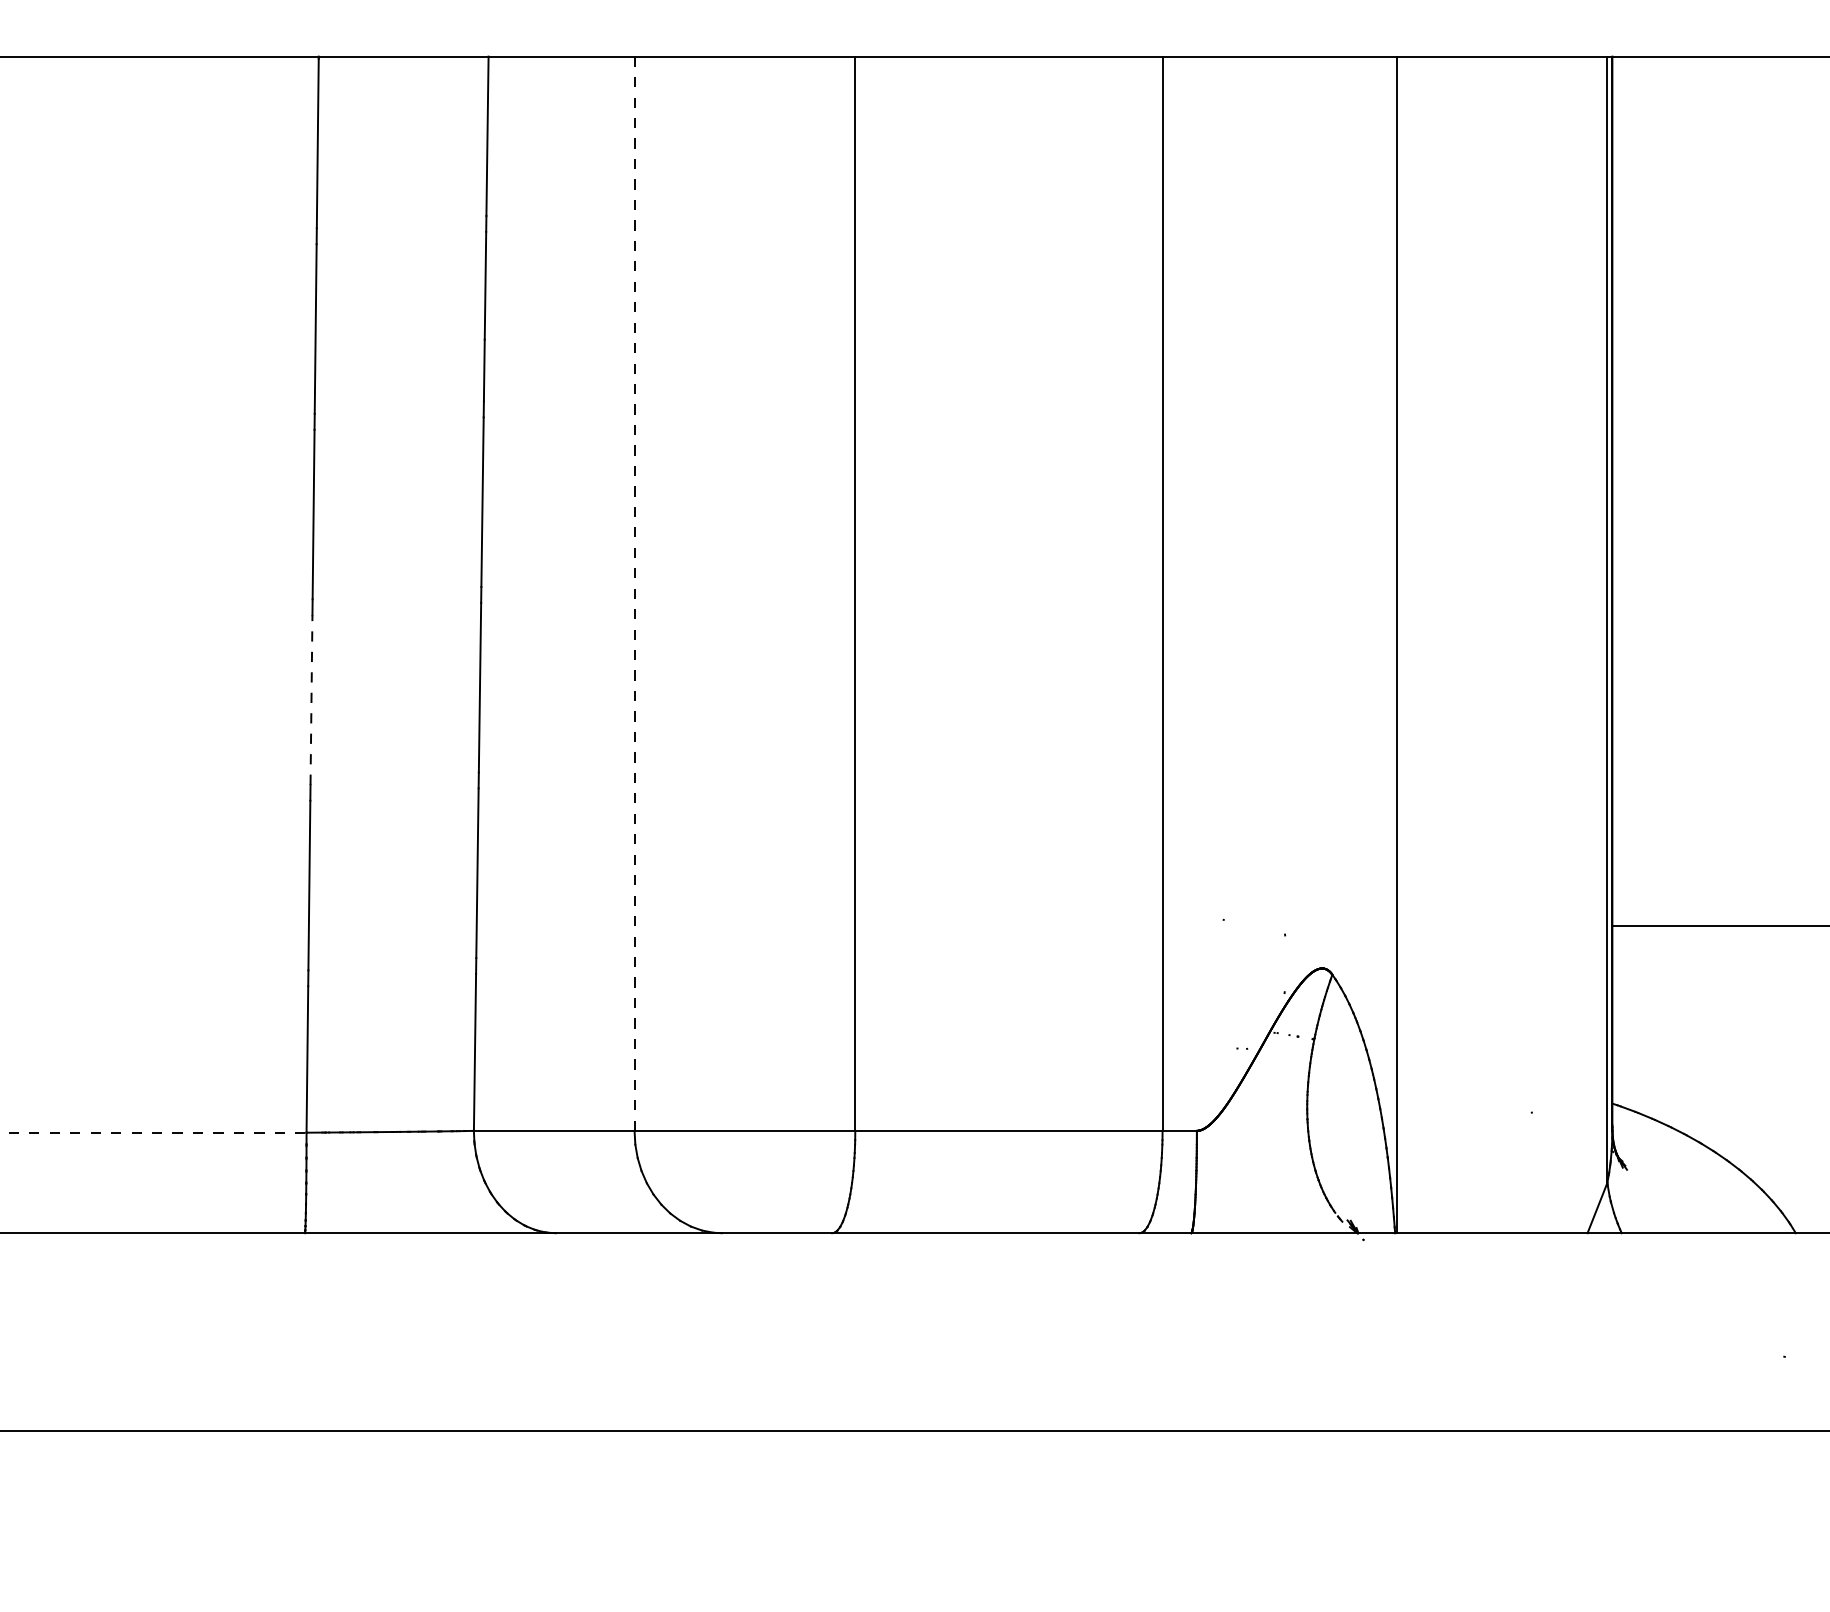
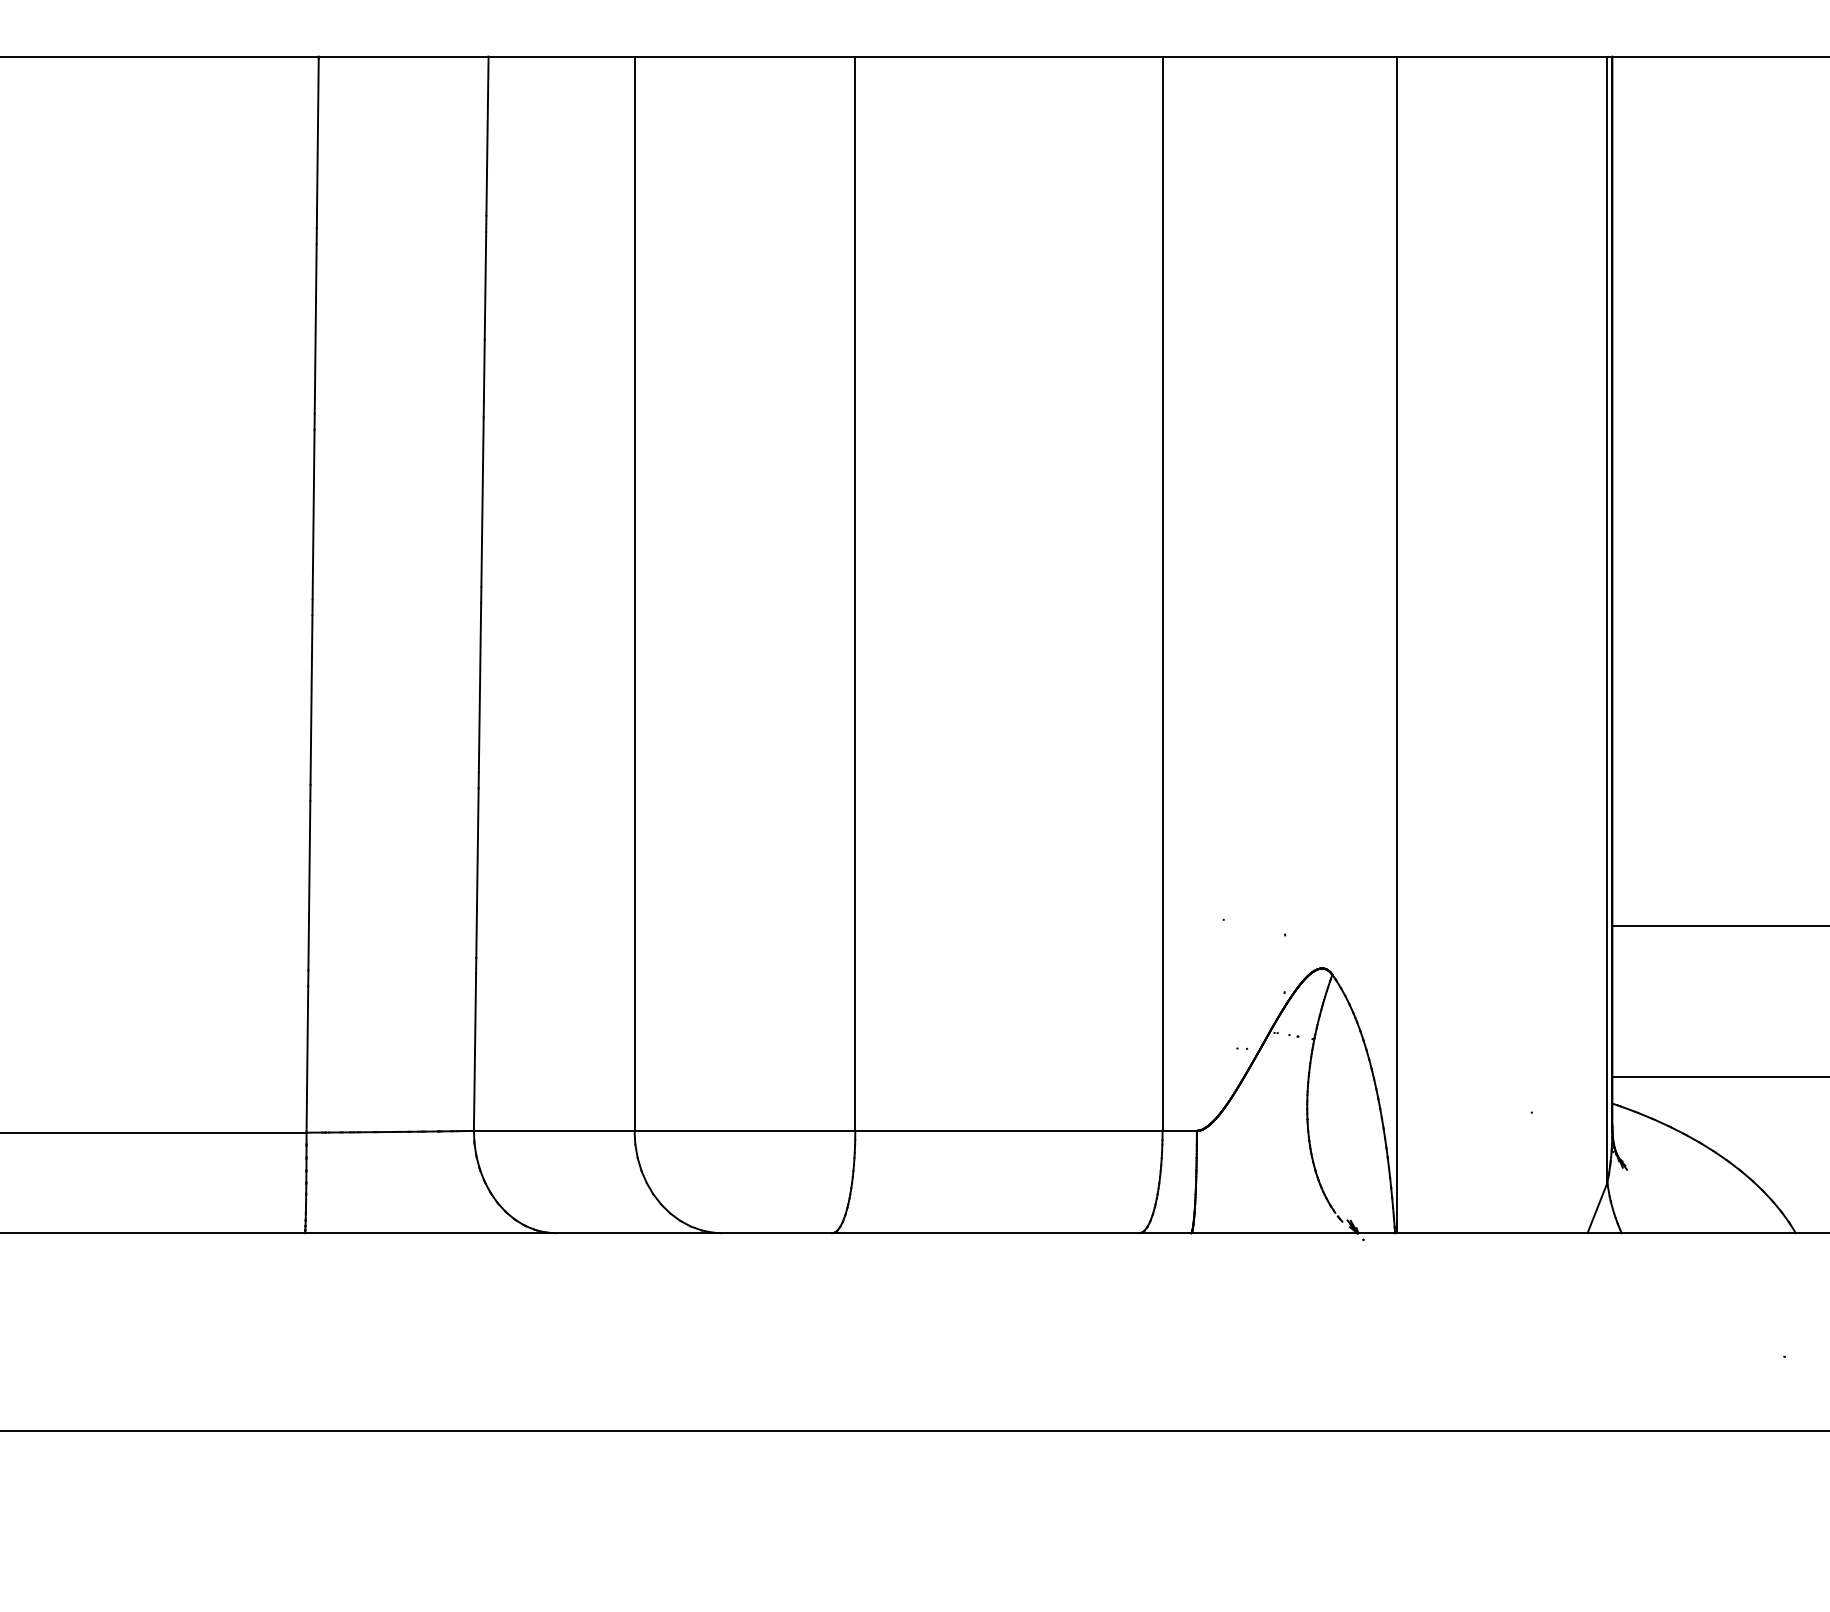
line at (634, 593): dashed -> solid
line at (311, 700): dashed -> solid
line at (1719, 1077): none -> present
line at (153, 1132): dashed -> solid
